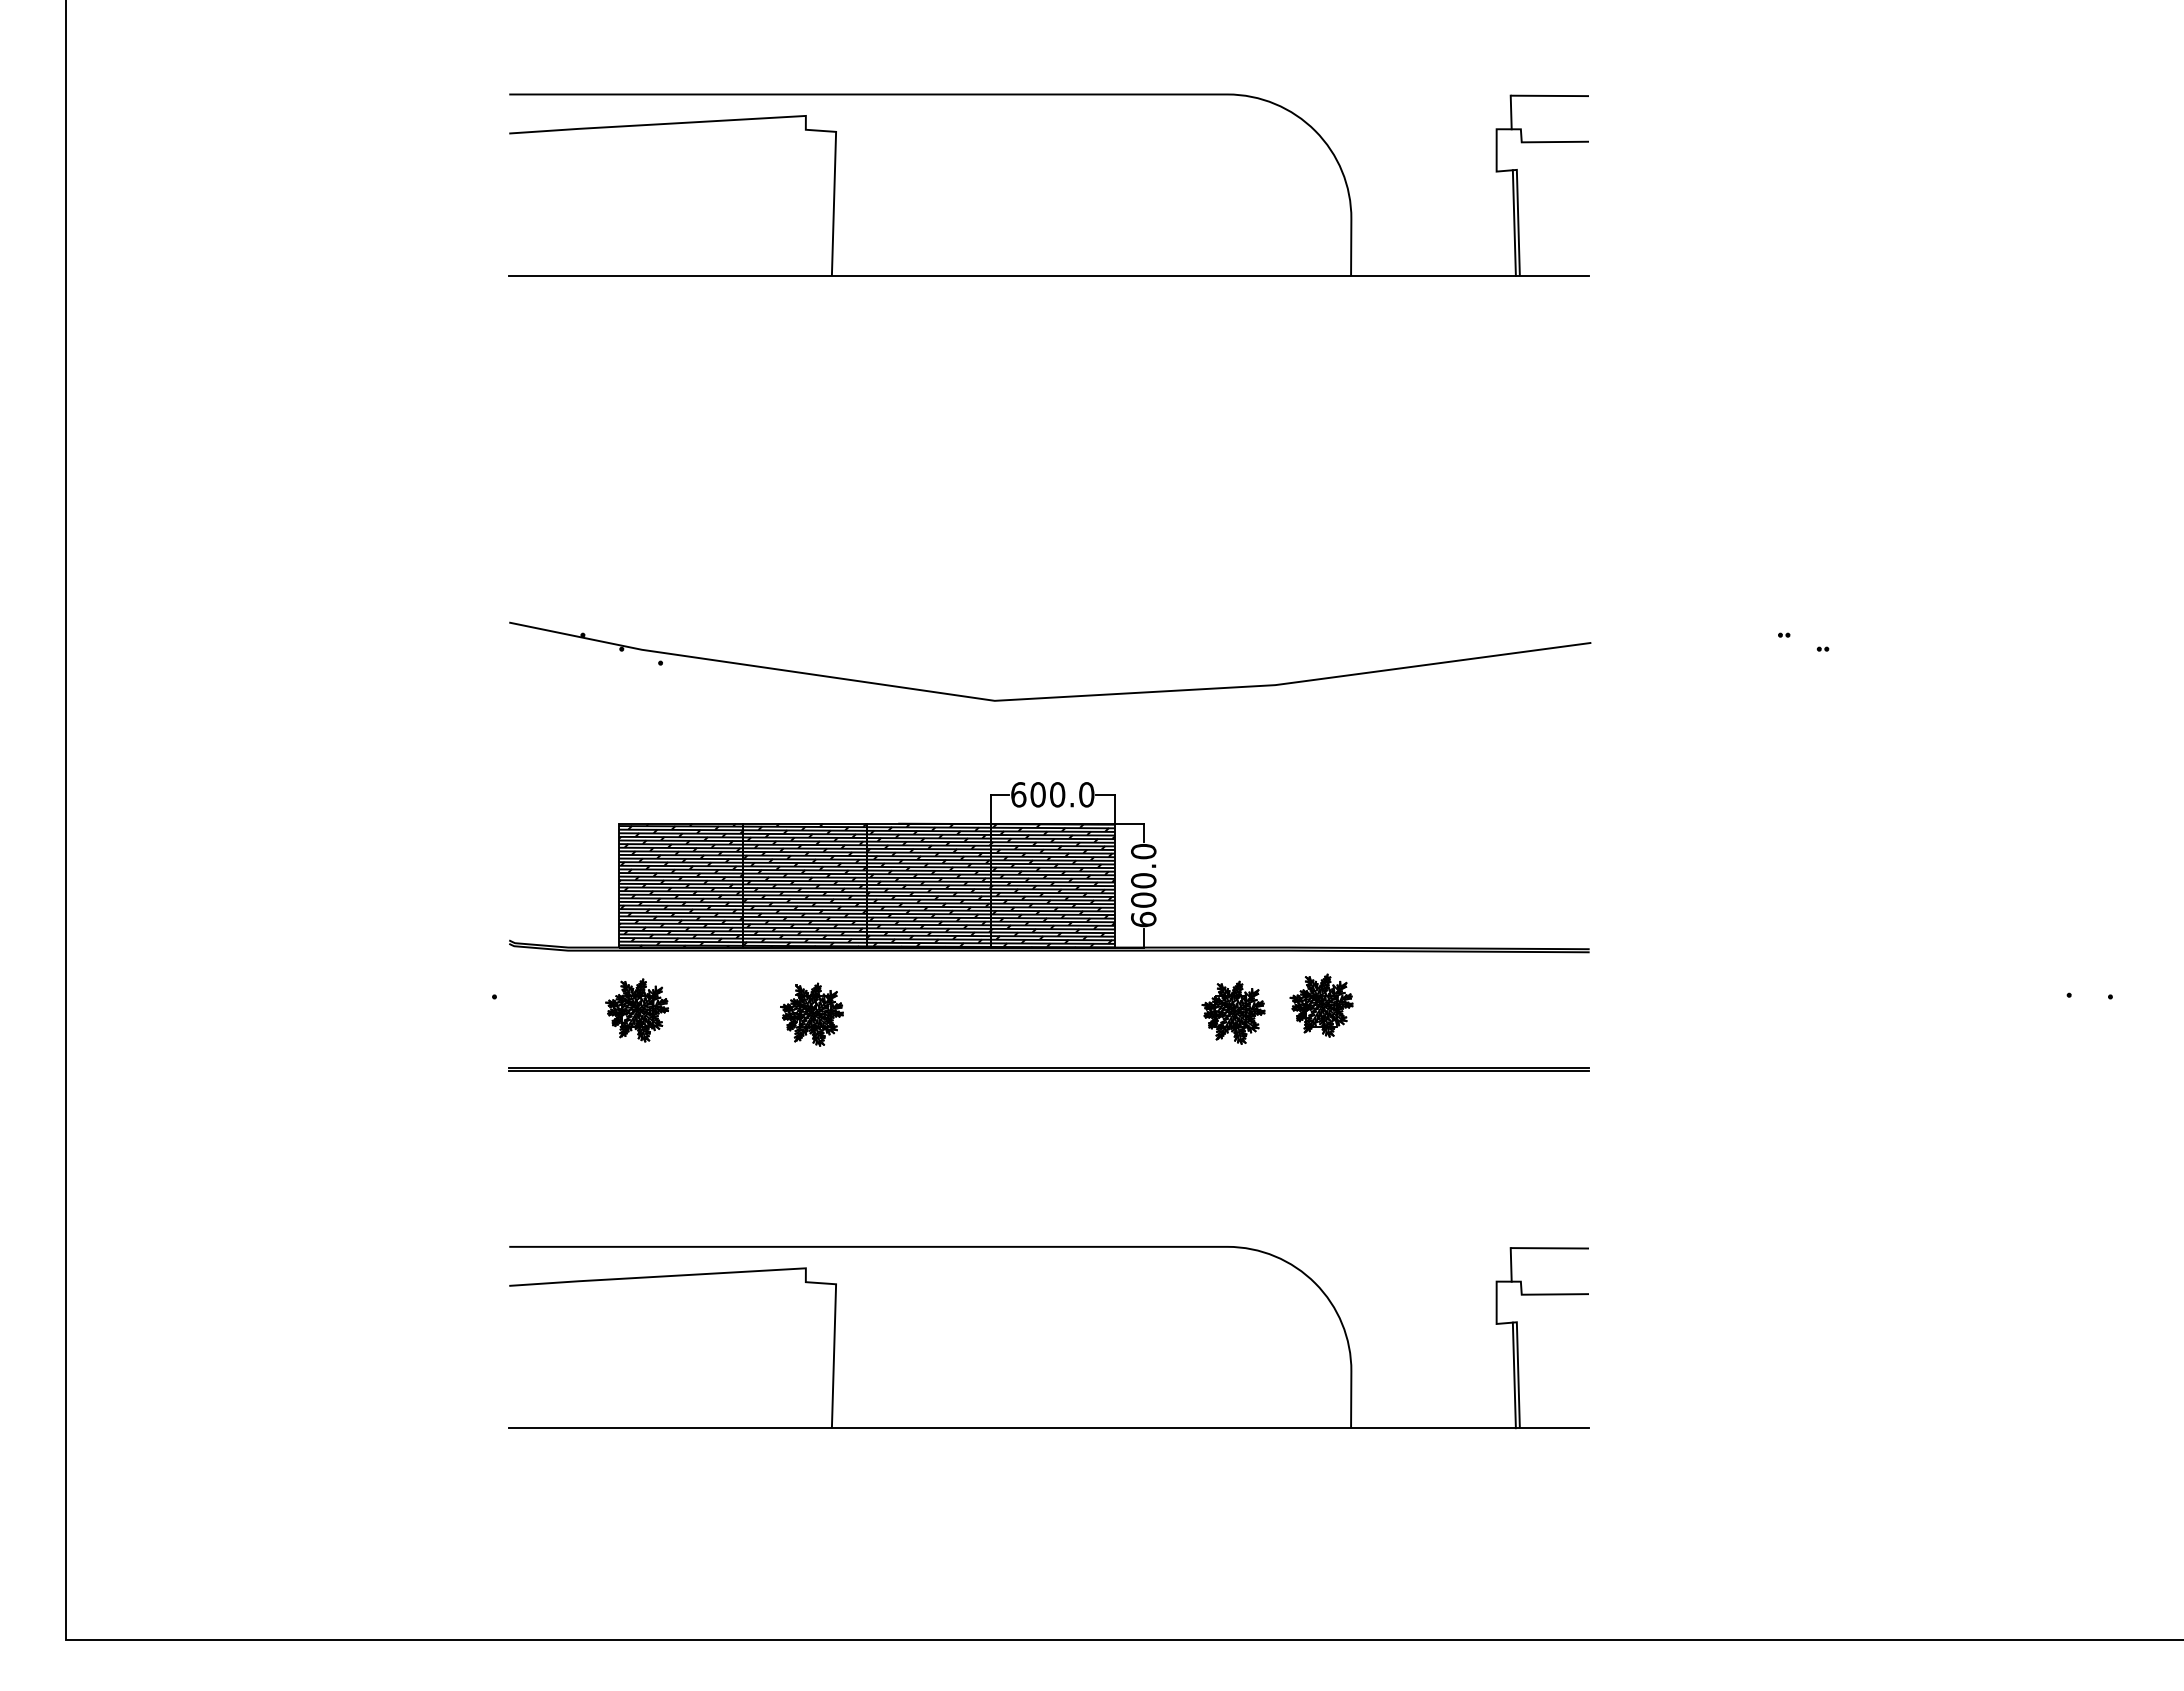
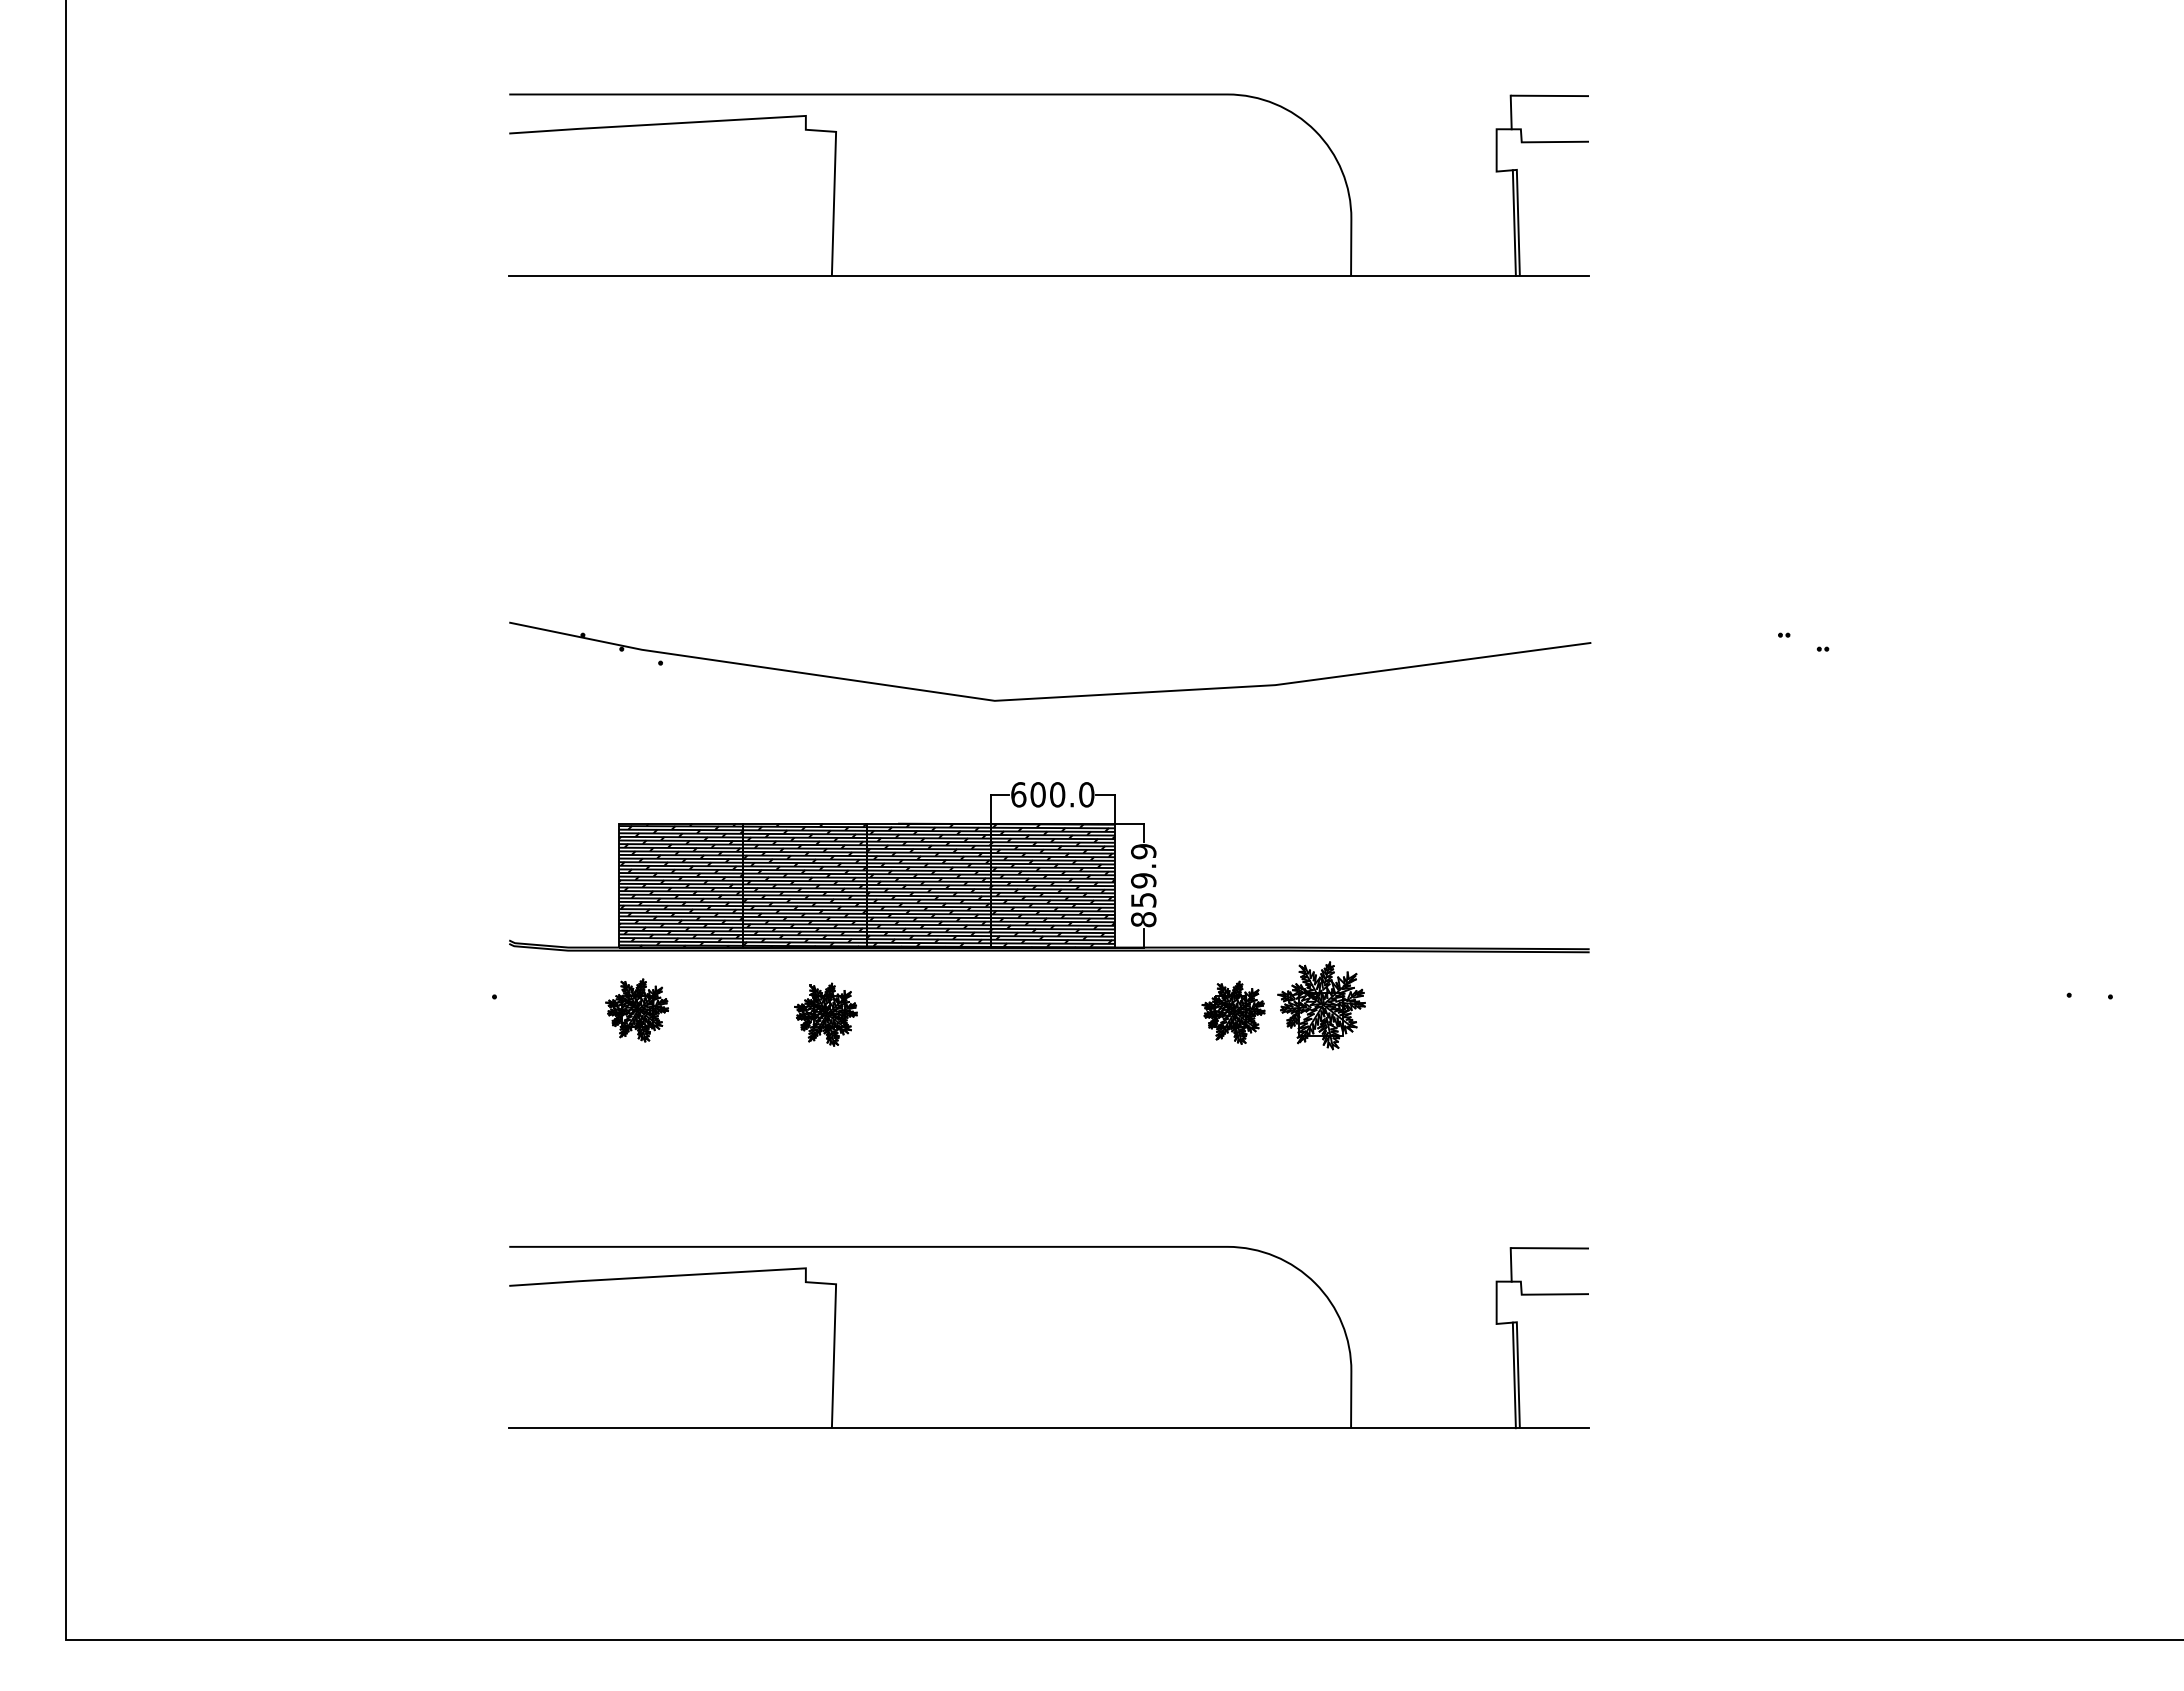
text at (1143, 885): 600.0 -> 859.9
part at (1321, 1005) size: 65x65 px -> 89x90 px
part at (811, 1014) position: (811, 1014) -> (825, 1014)
line at (1048, 1068): present -> none
